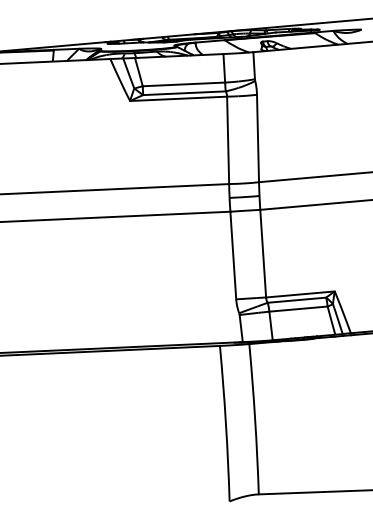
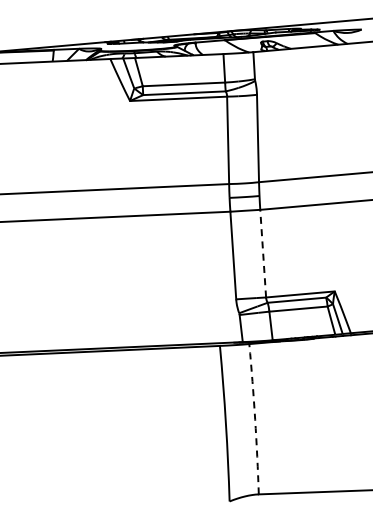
line at (263, 253): solid -> dashed
arc at (255, 419): solid -> dashed
